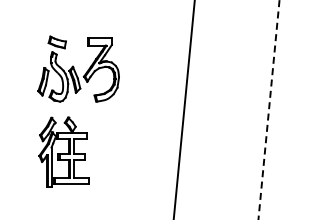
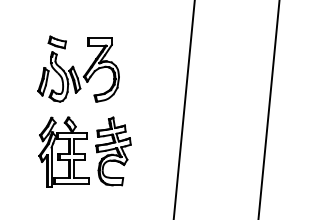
line at (269, 109): dashed -> solid
part at (113, 151): none -> present
